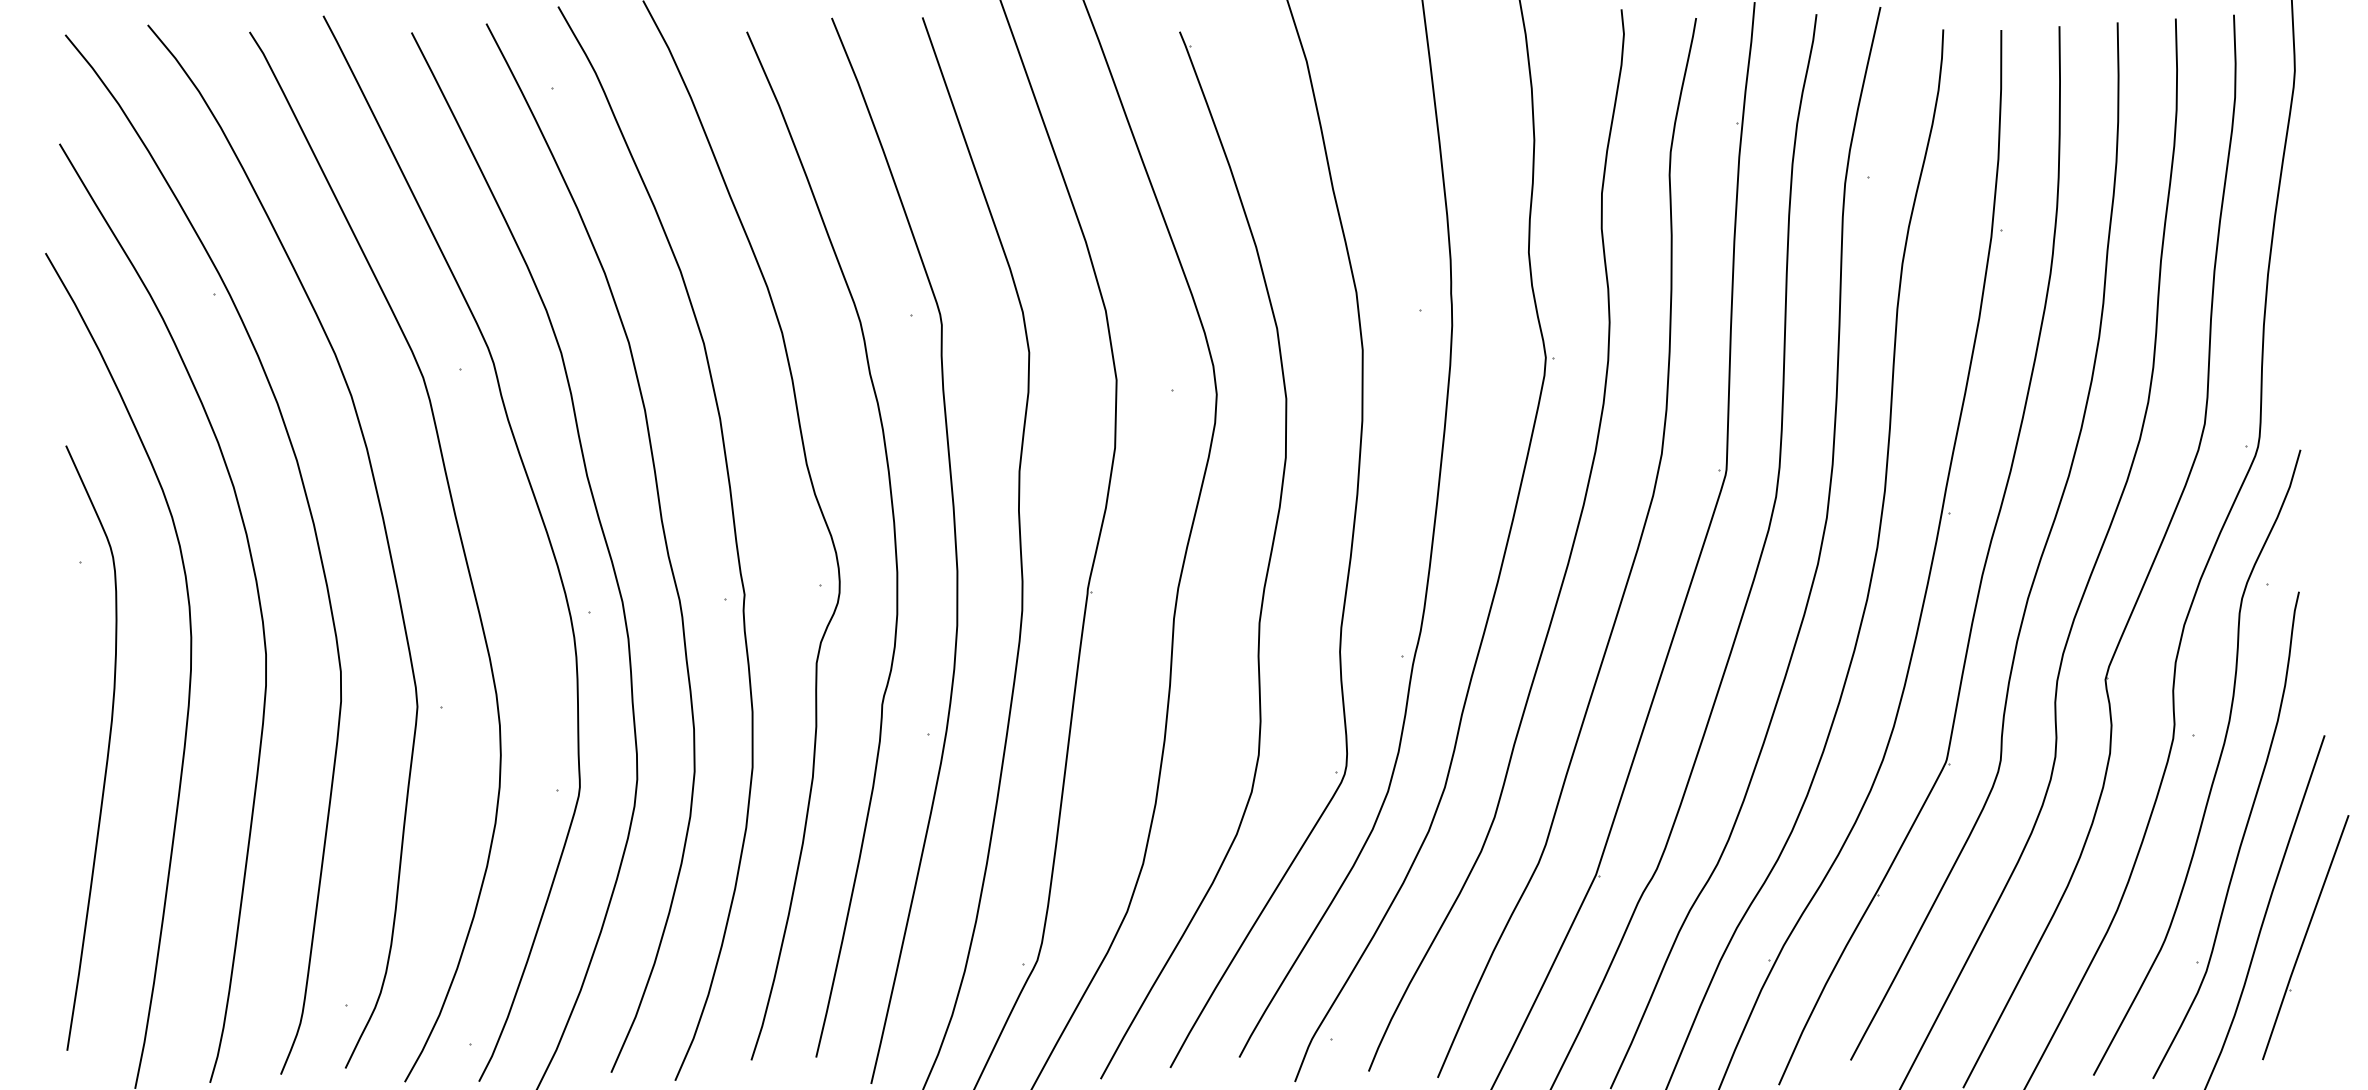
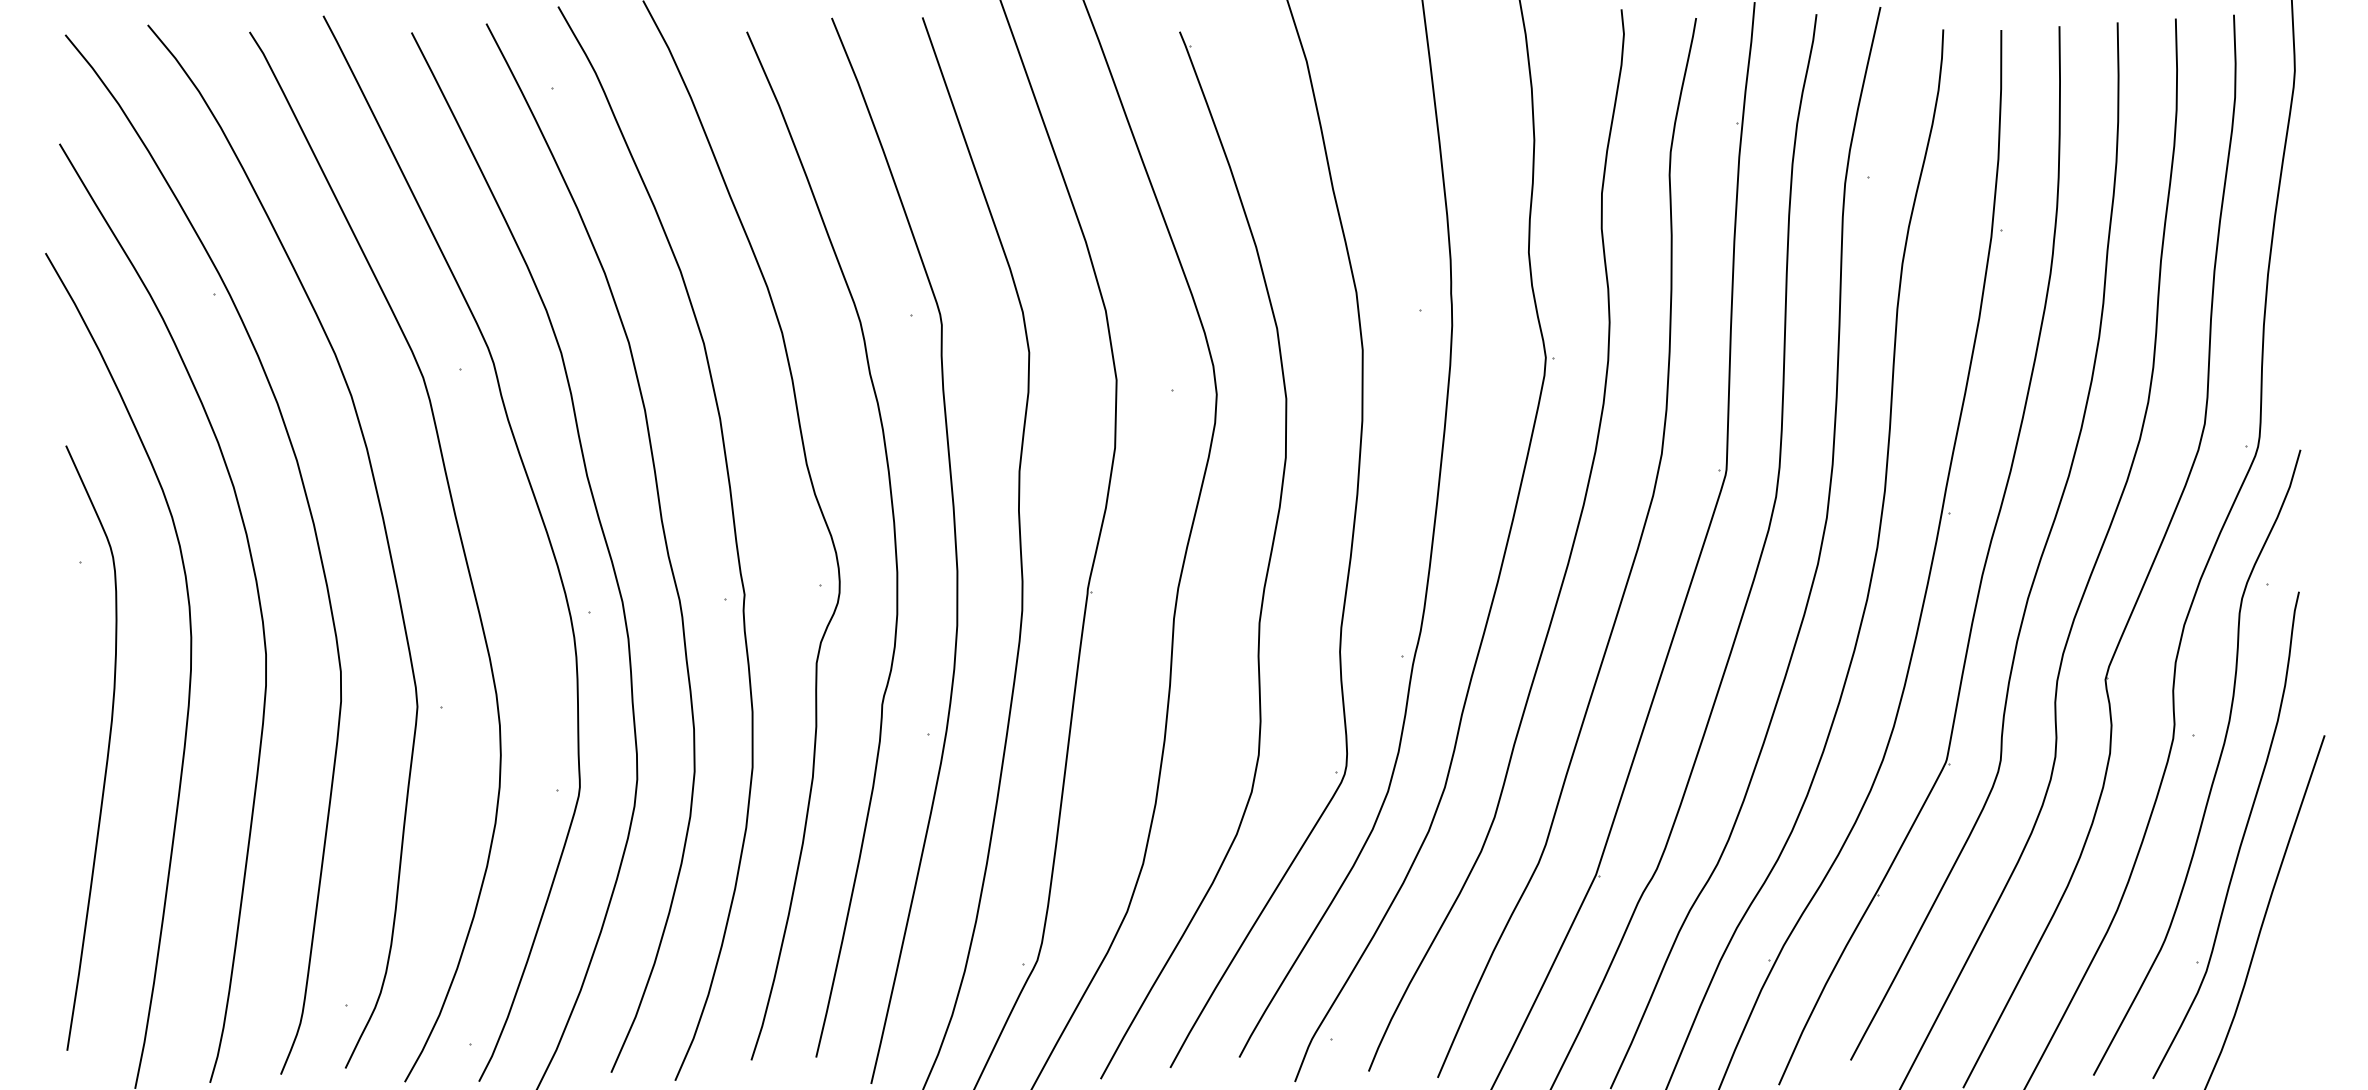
part at (2305, 937): present -> none
